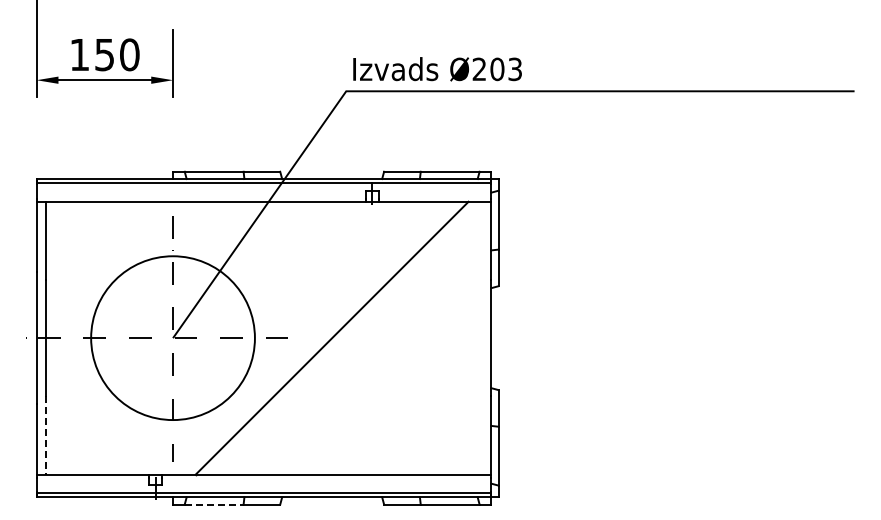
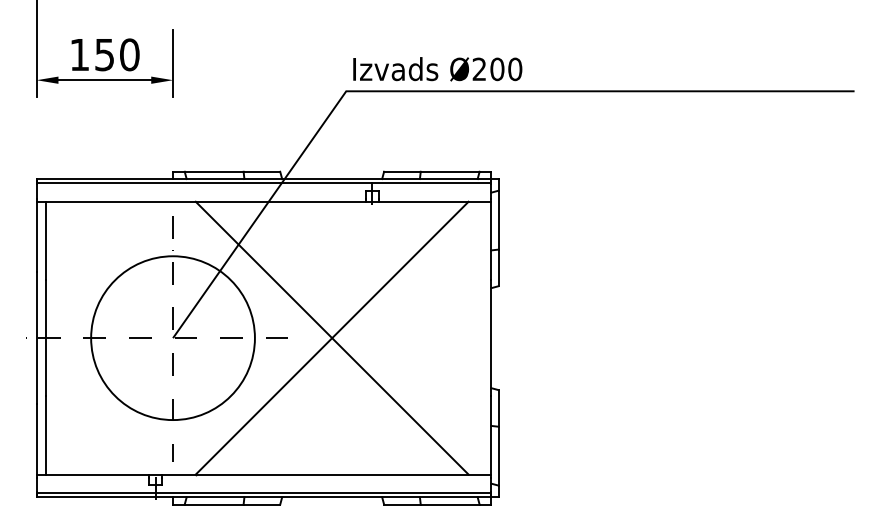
text at (515, 69): Ø203 -> Ø200
line at (331, 337): none -> present
line at (45, 435): dashed -> solid
line at (214, 504): dashed -> solid
